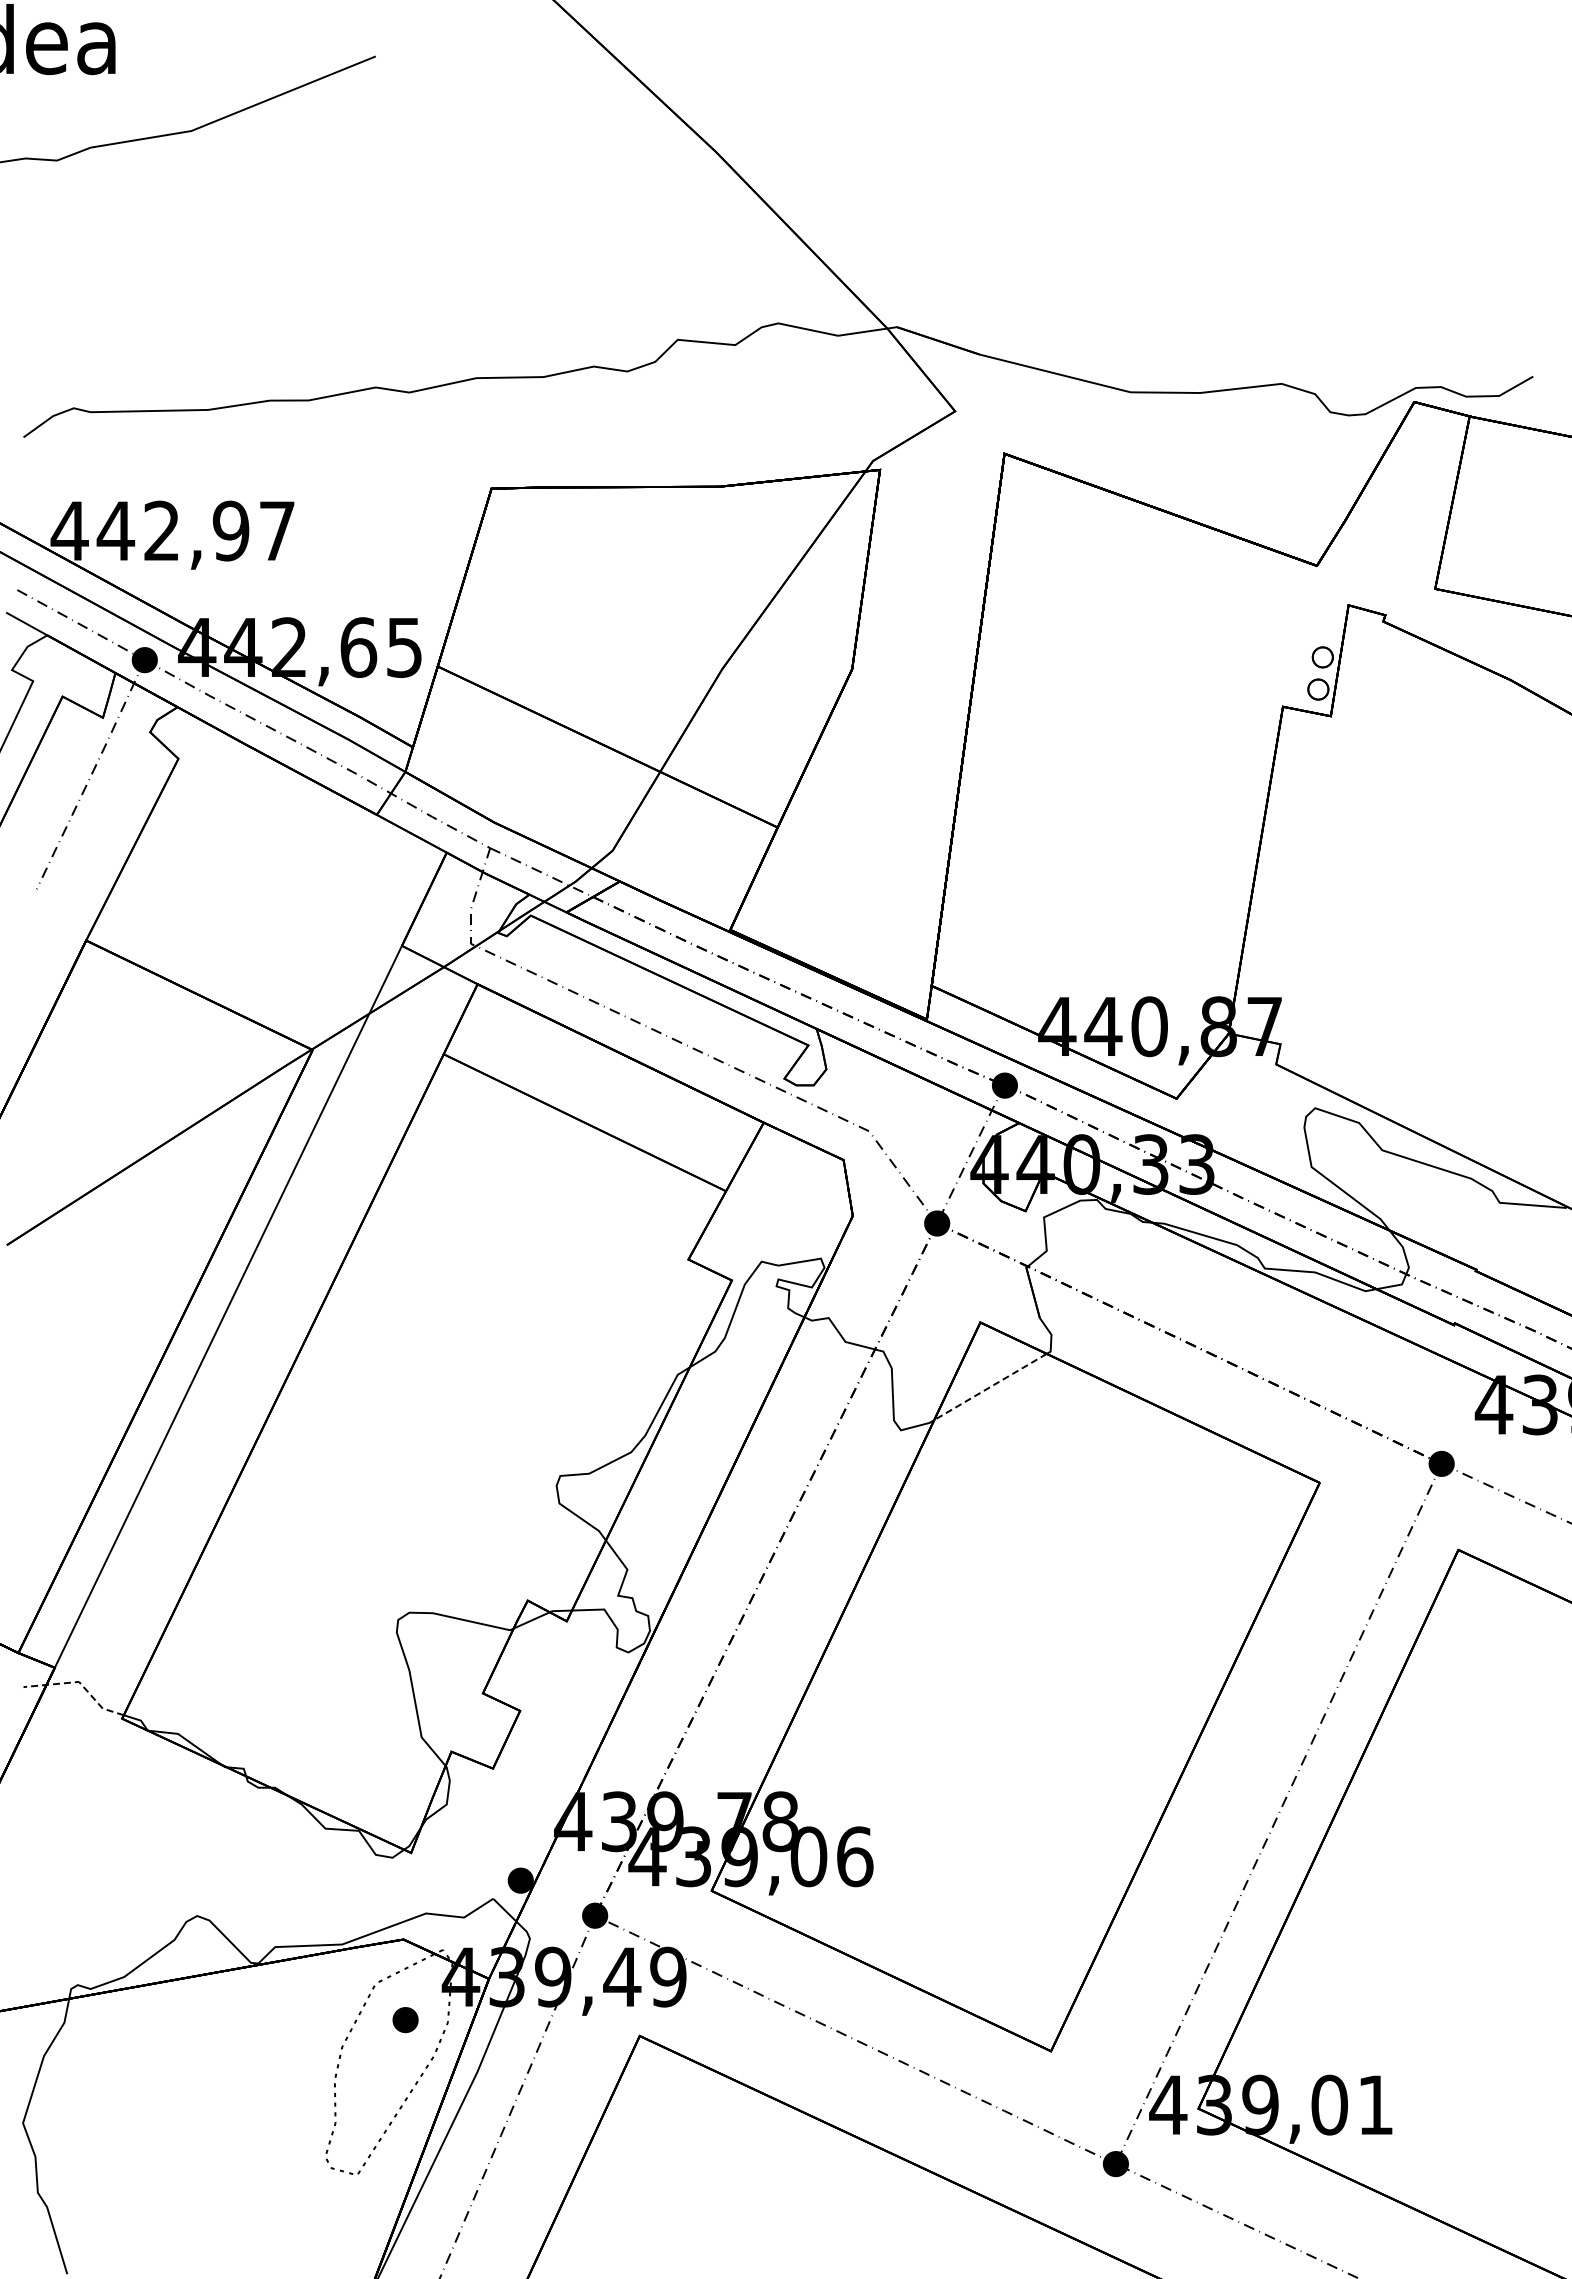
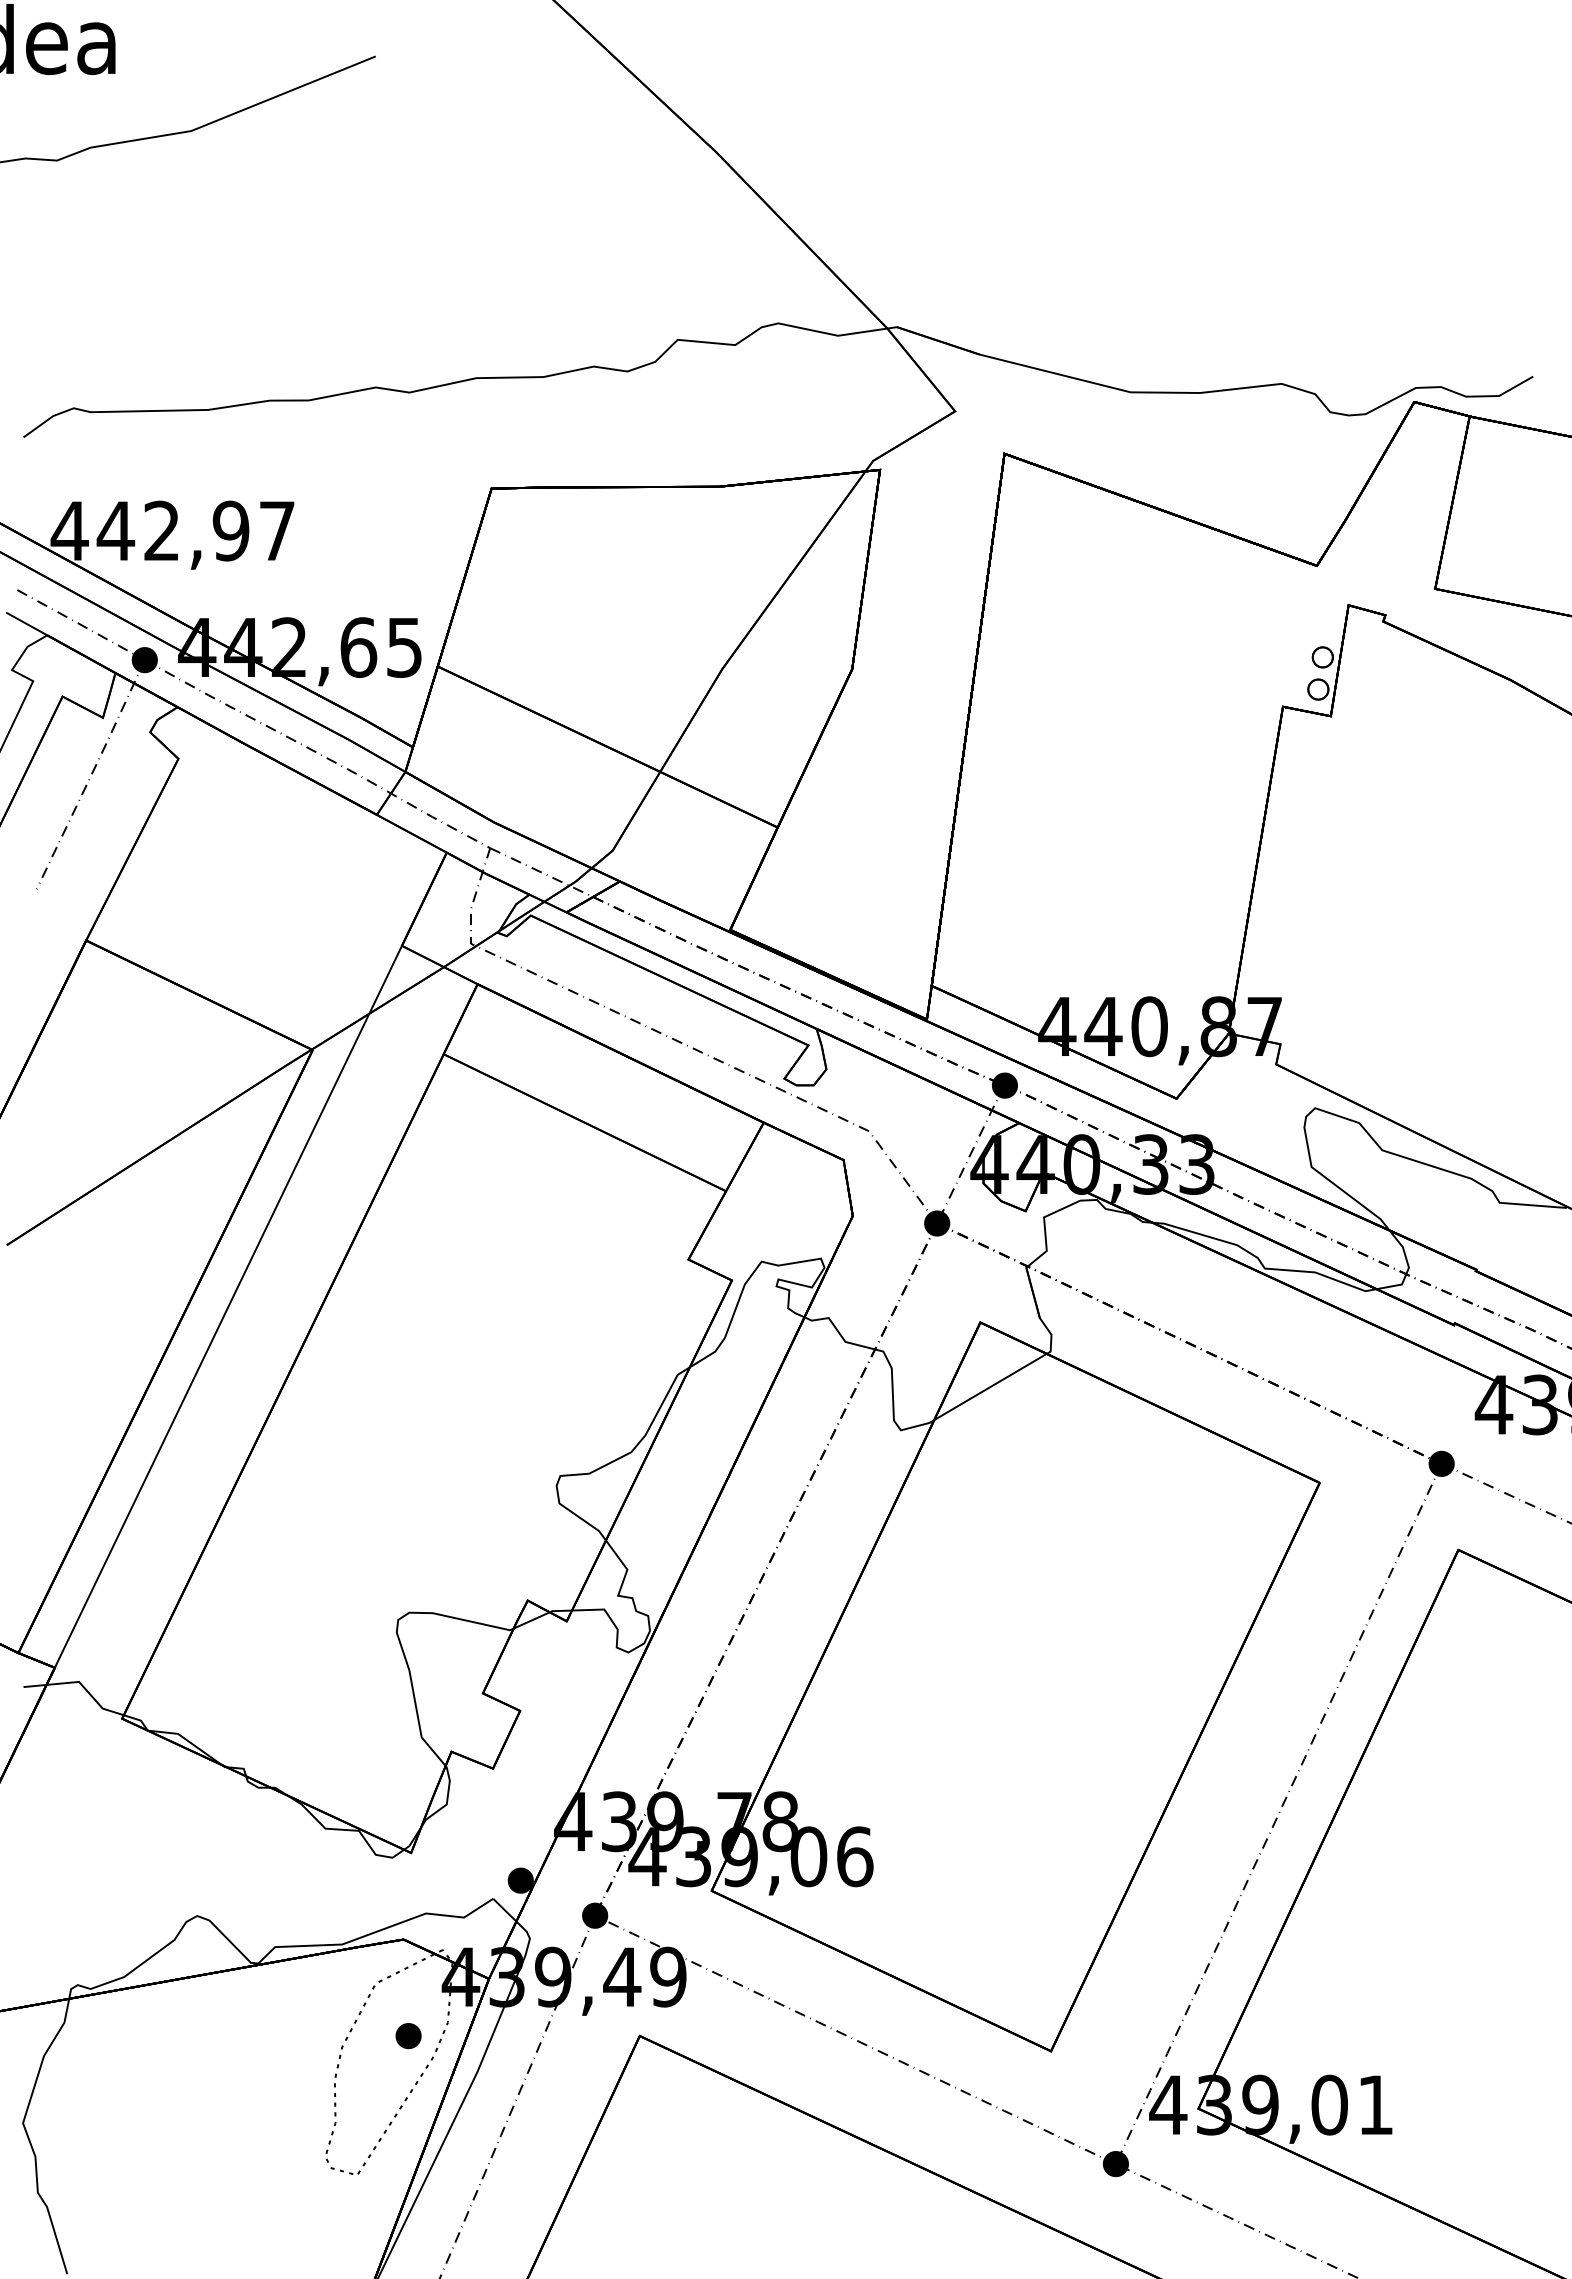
line at (990, 1387): dashed -> solid
line at (79, 1682): dashed -> solid
part at (405, 2020) position: (405, 2020) -> (408, 2036)
